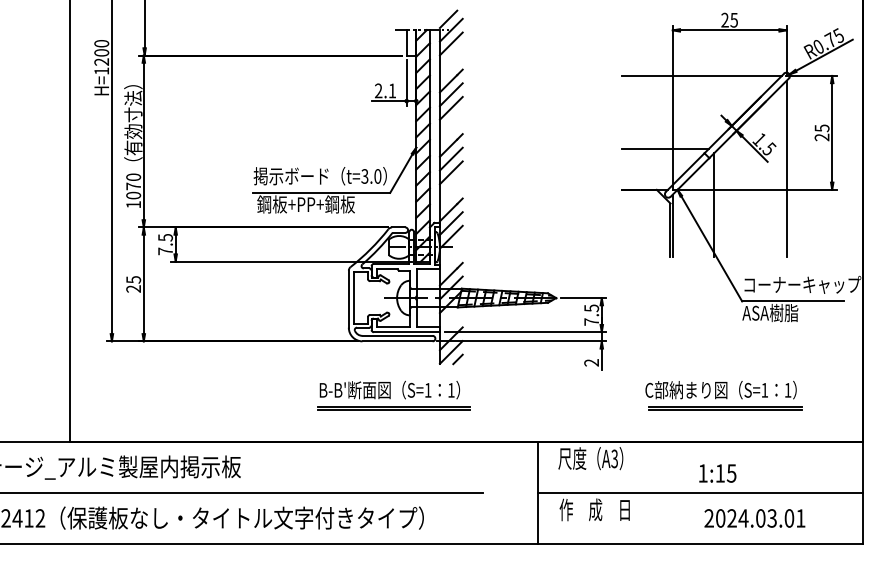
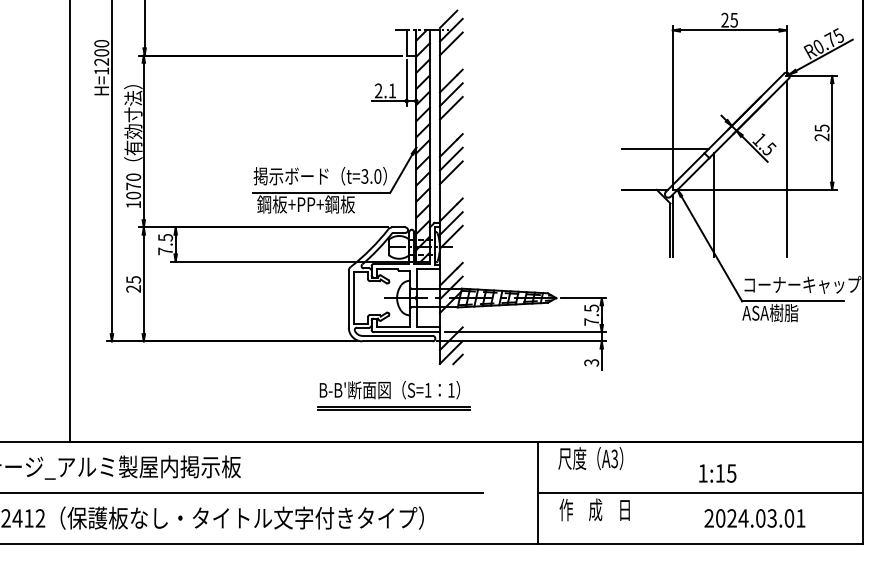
line at (701, 75): present -> none
text at (591, 362): 2 -> 3
part at (723, 395): present -> none
